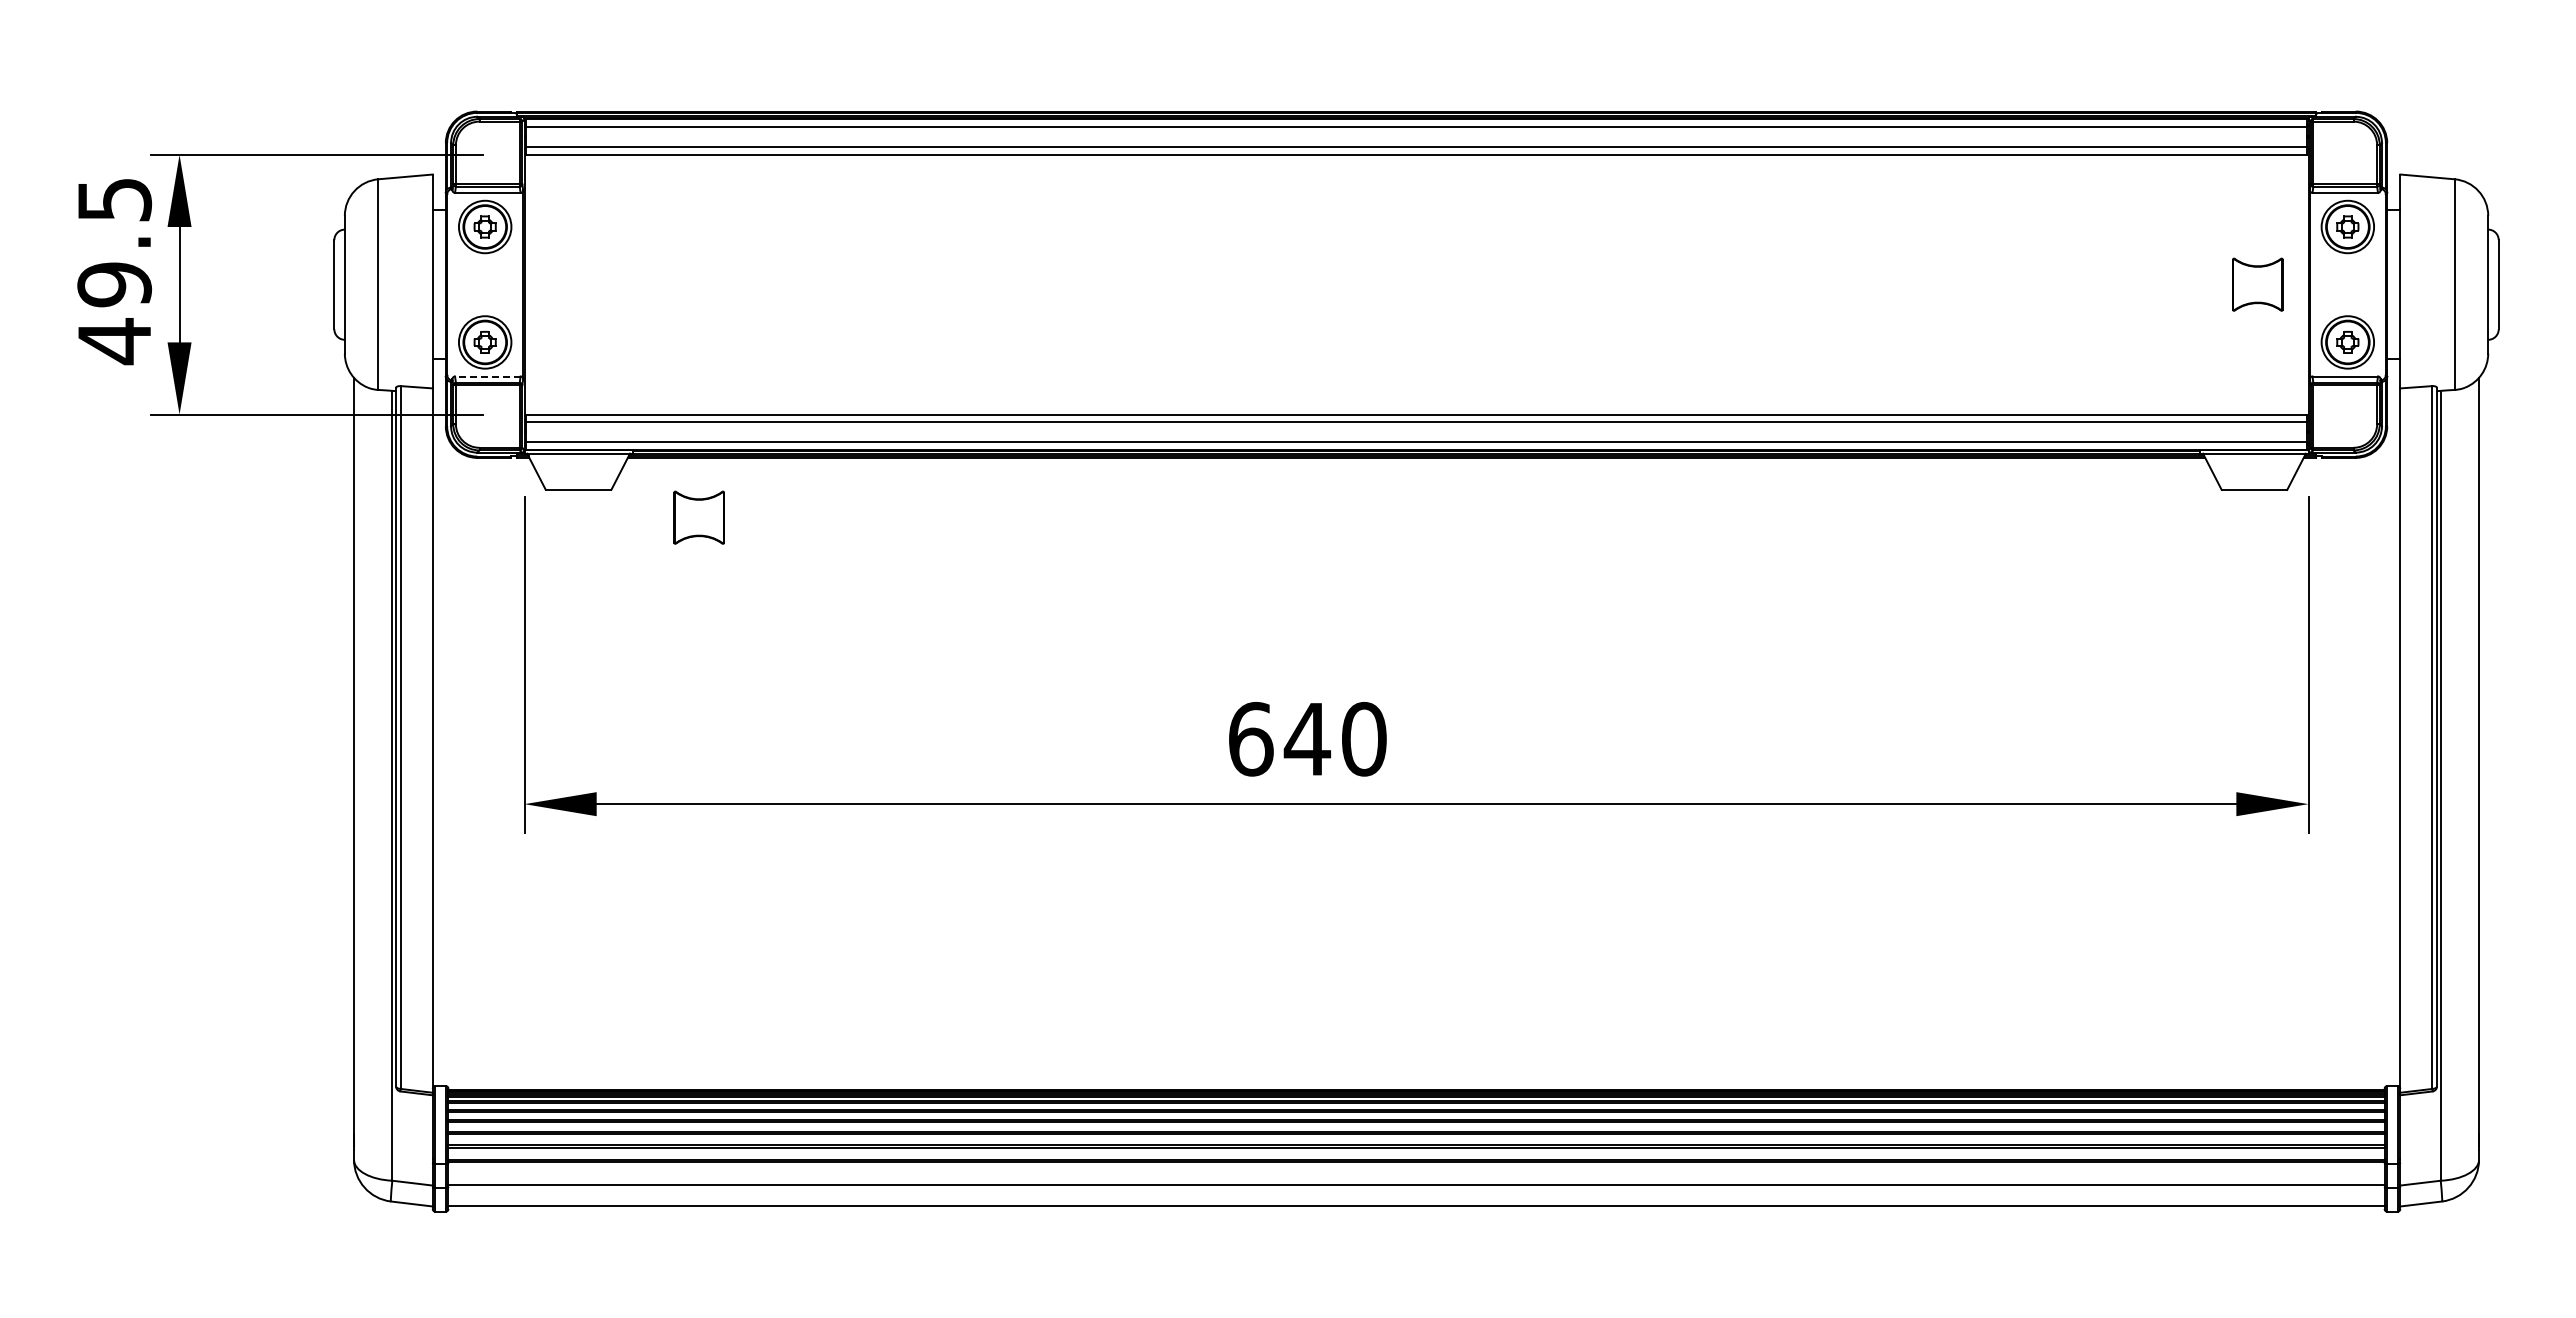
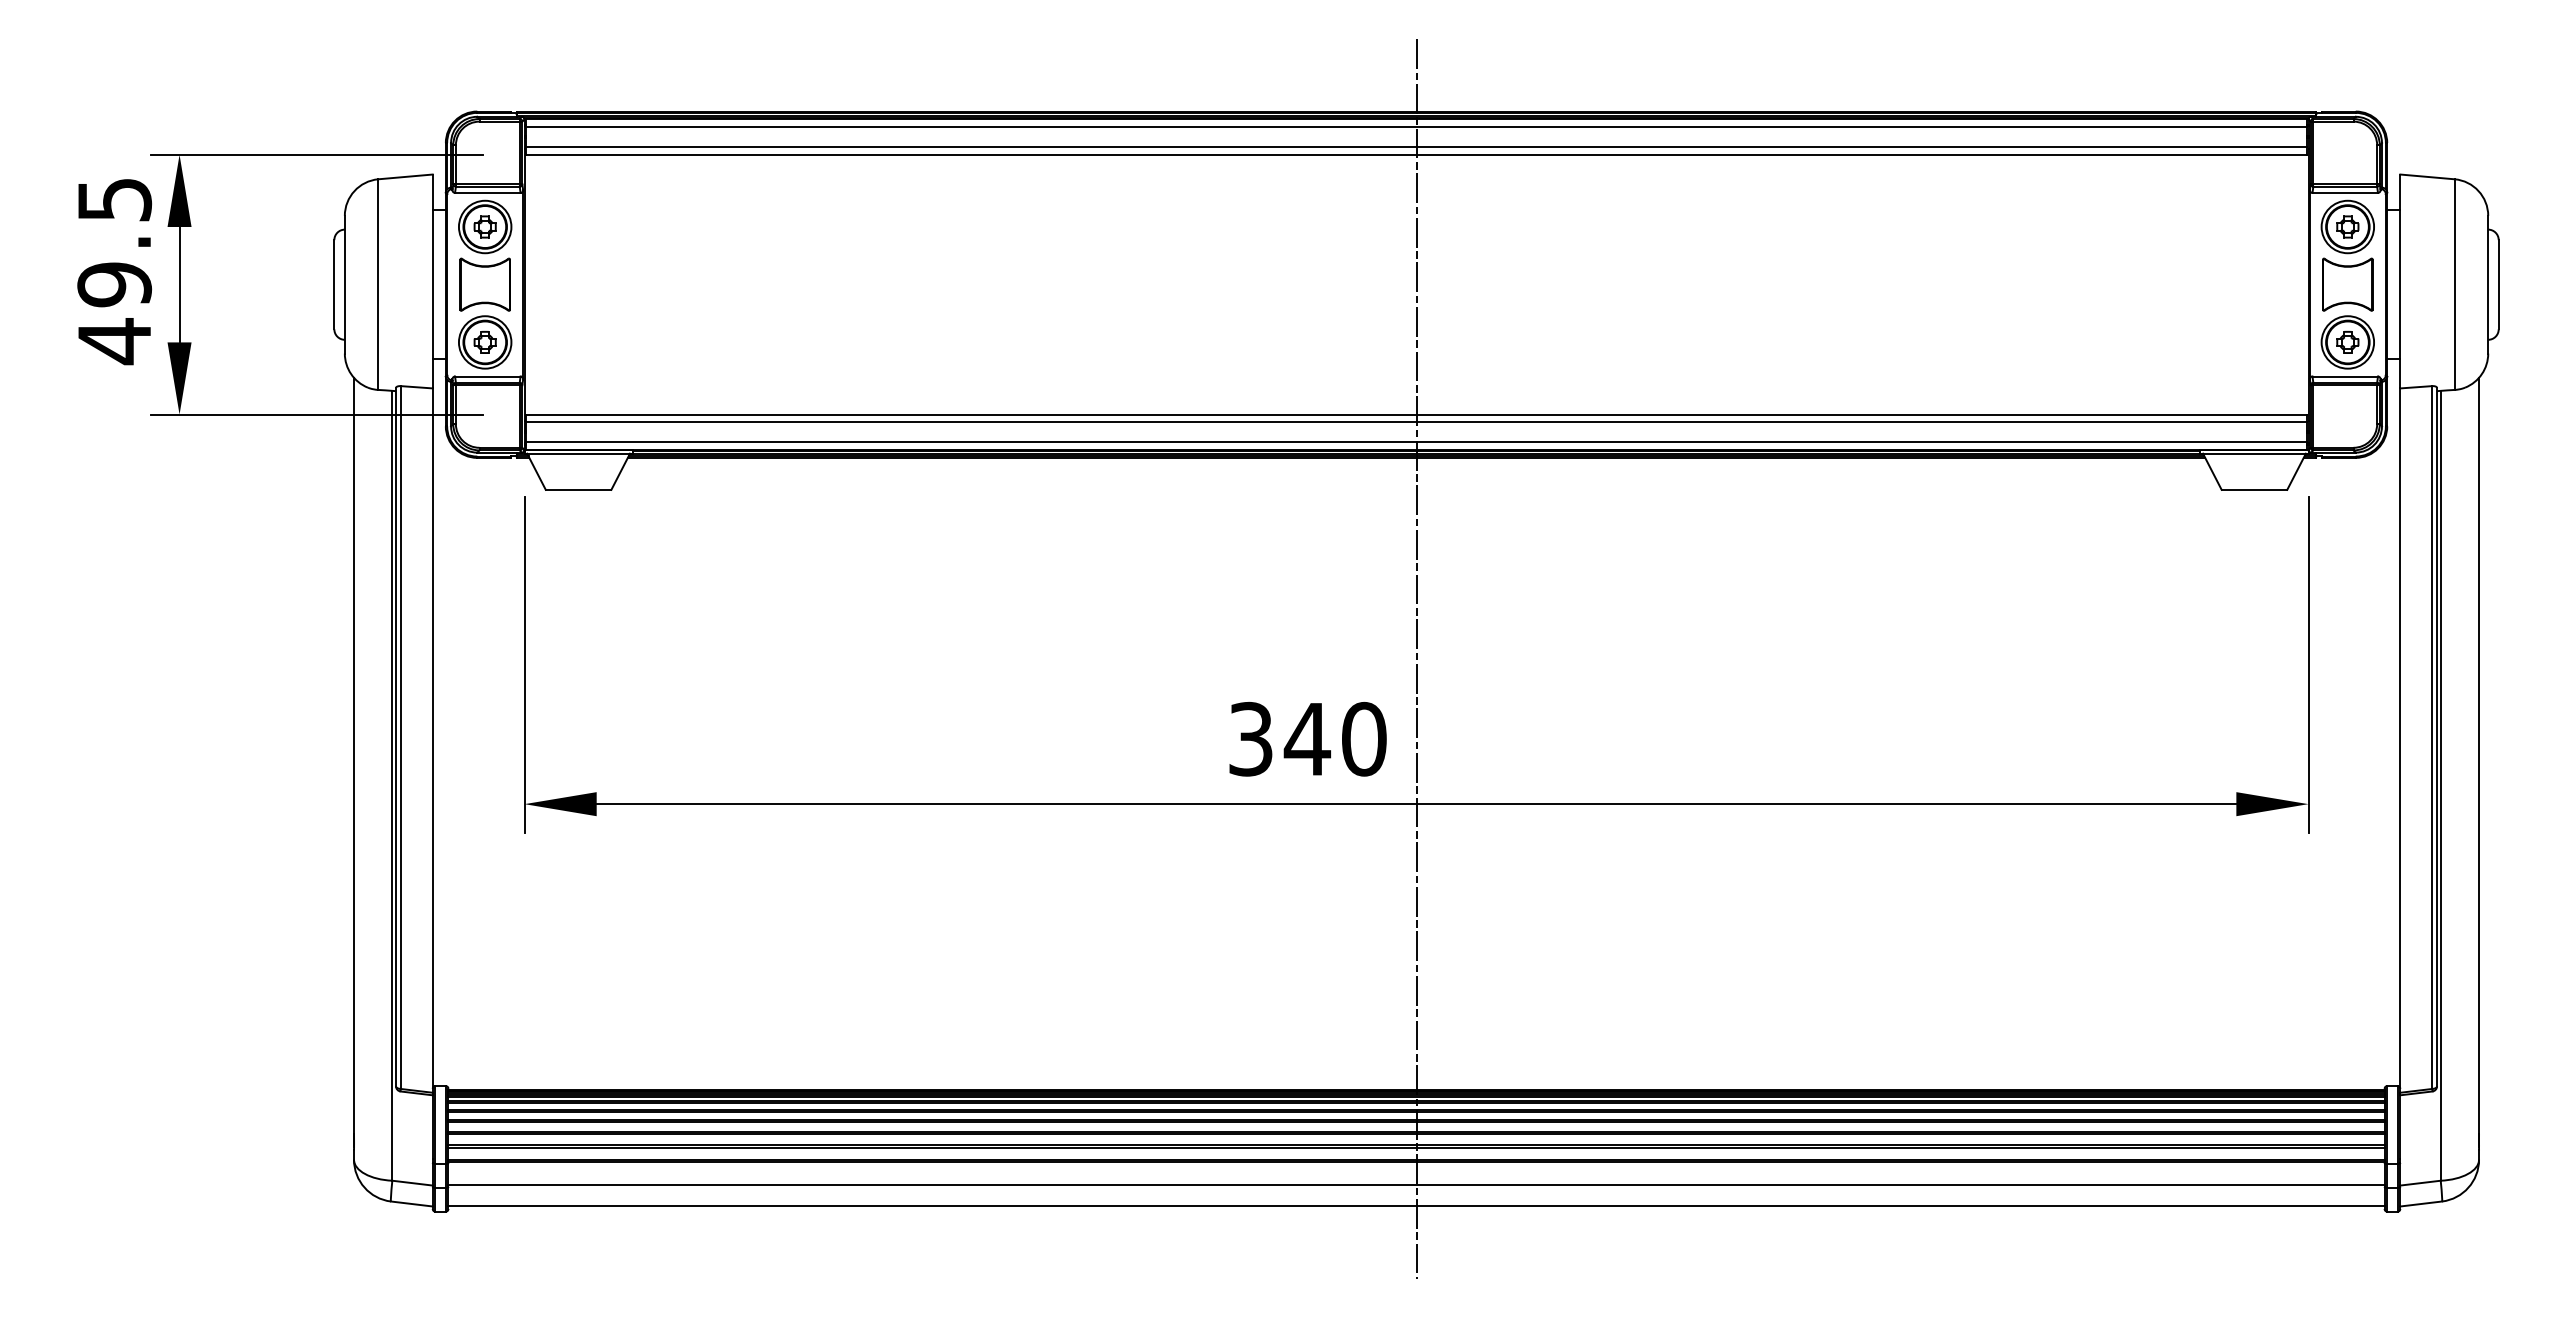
part at (2257, 284) position: (2257, 284) -> (2347, 284)
line at (487, 376): dashed -> solid
part at (698, 517) position: (698, 517) -> (484, 284)
line at (1416, 658): none -> present
text at (1251, 738): 640 -> 340
